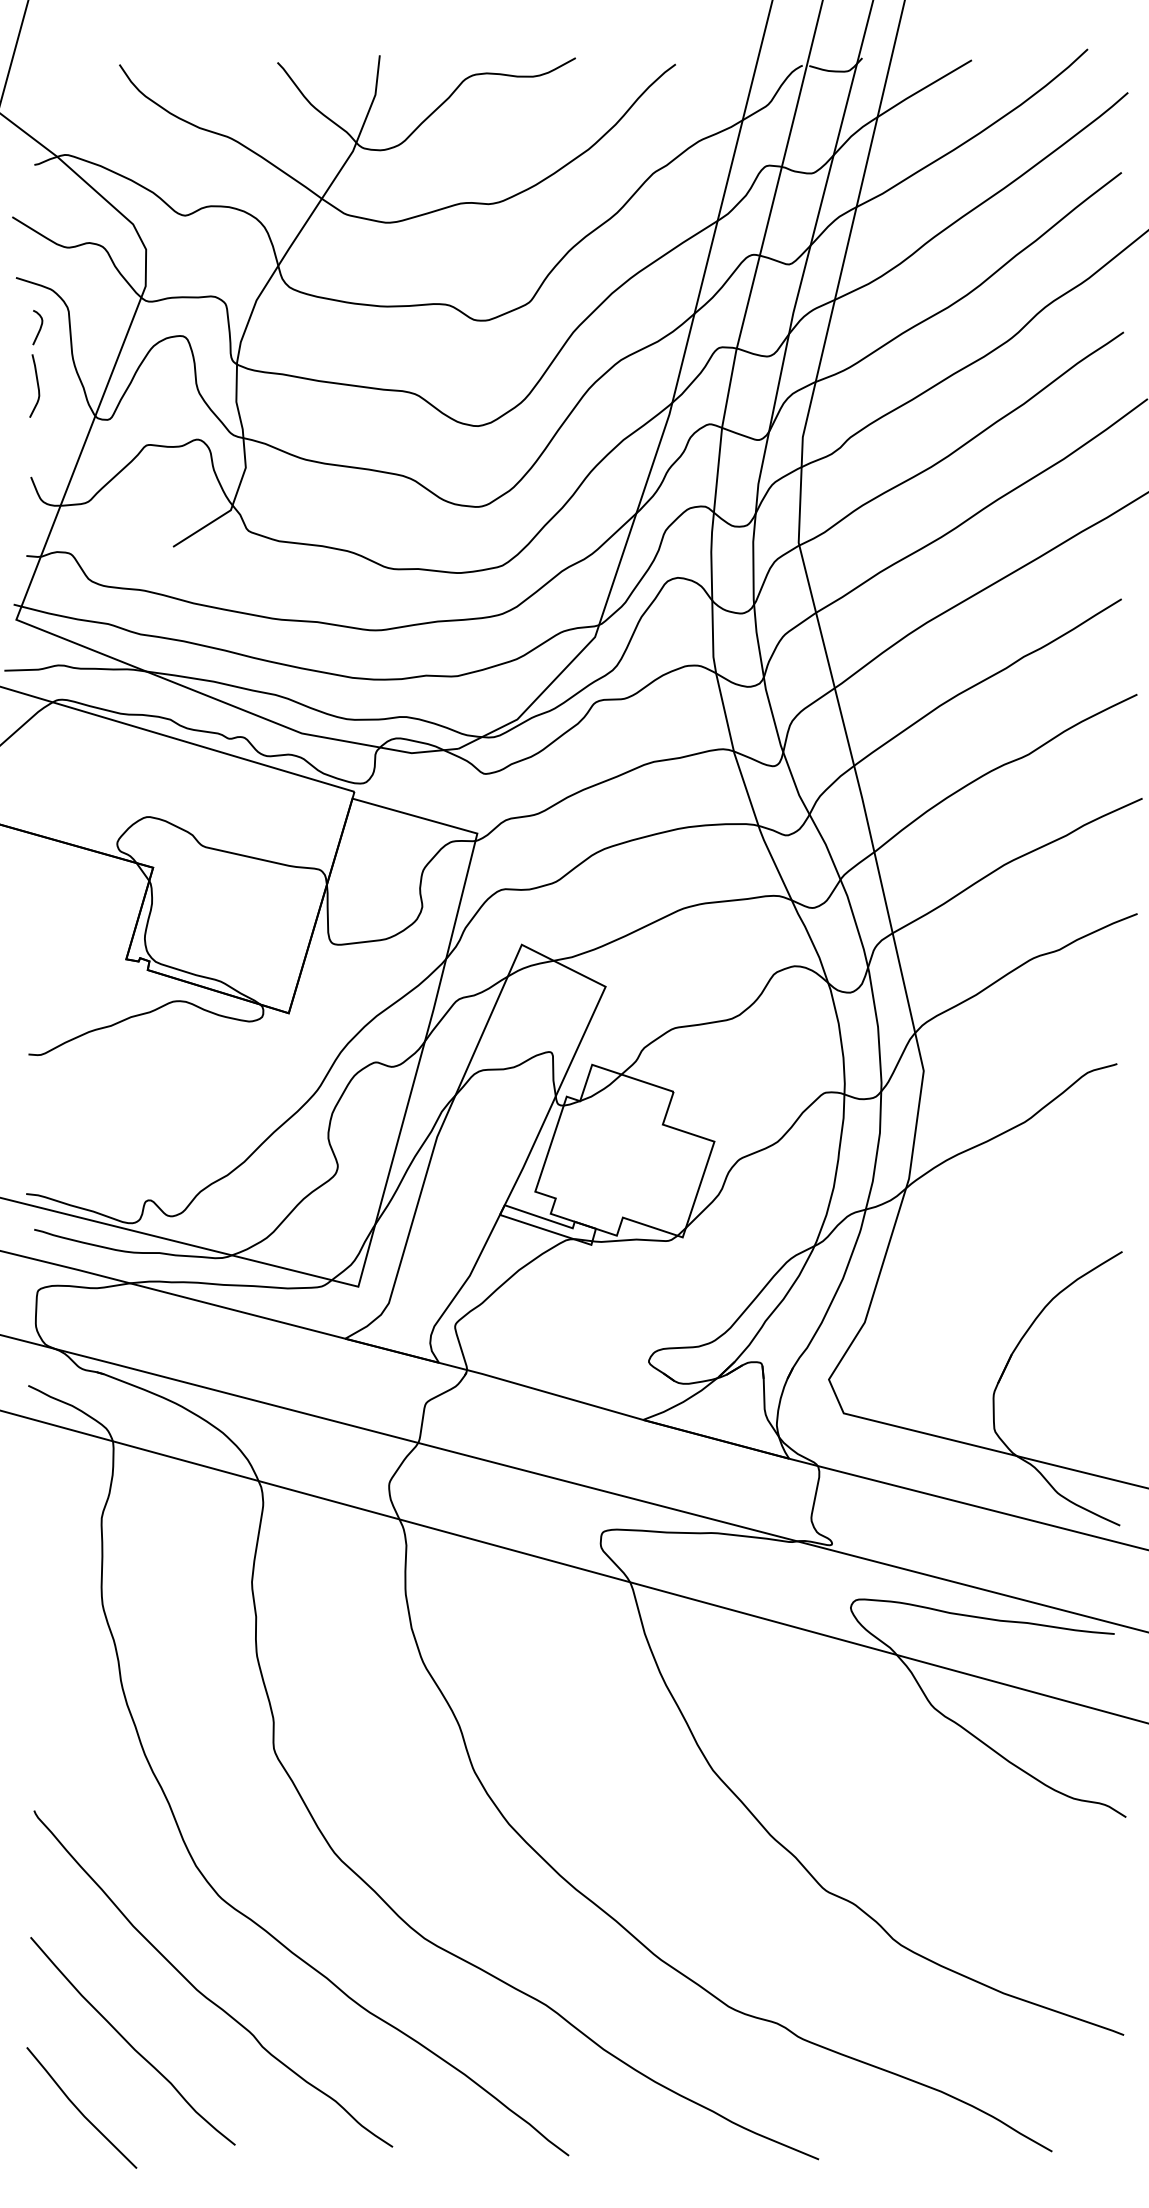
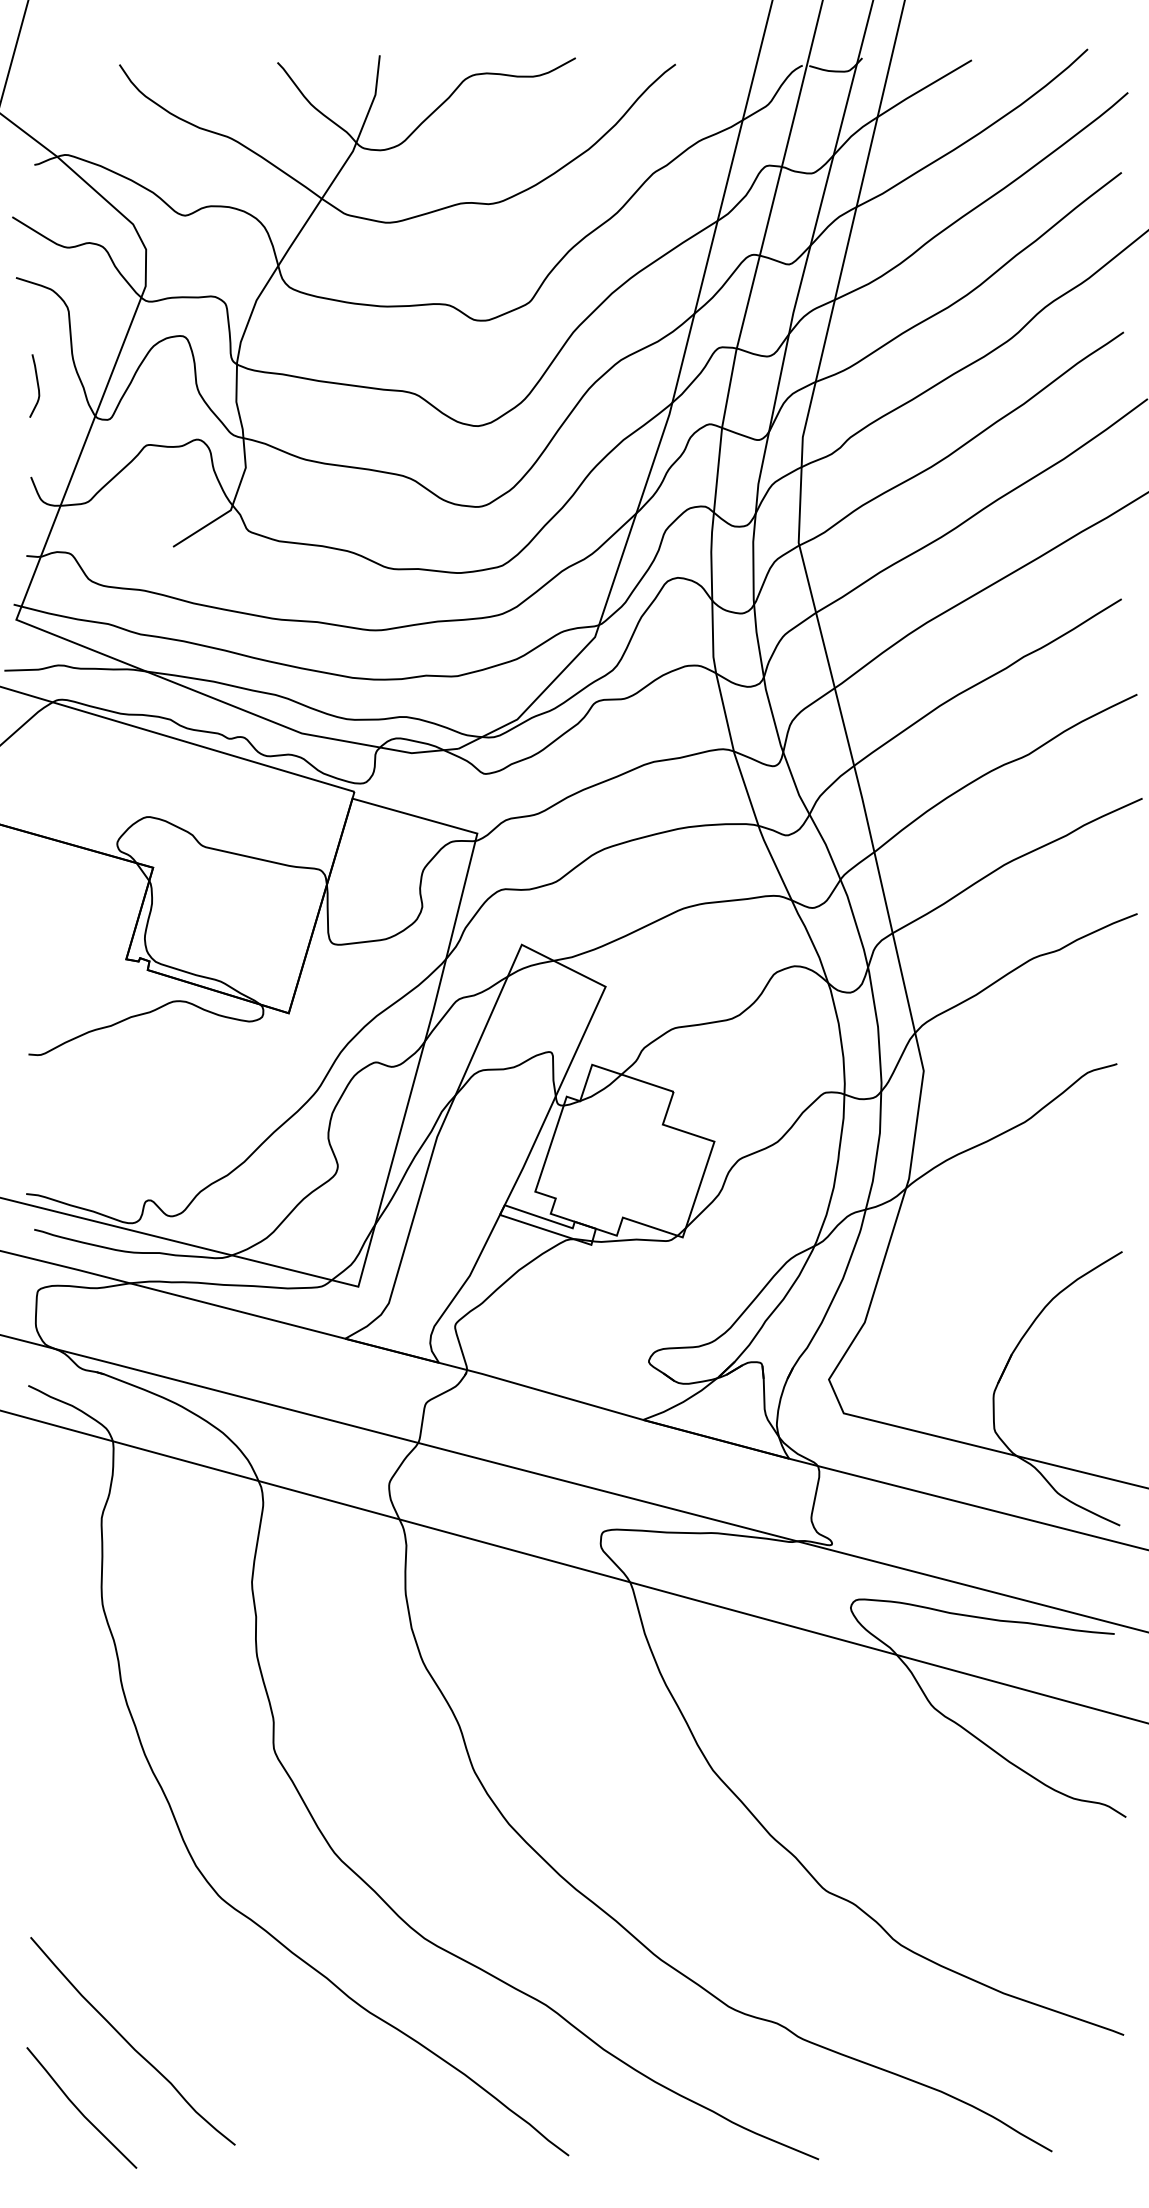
curve at (39, 328): present -> none
curve at (204, 1994): present -> none
